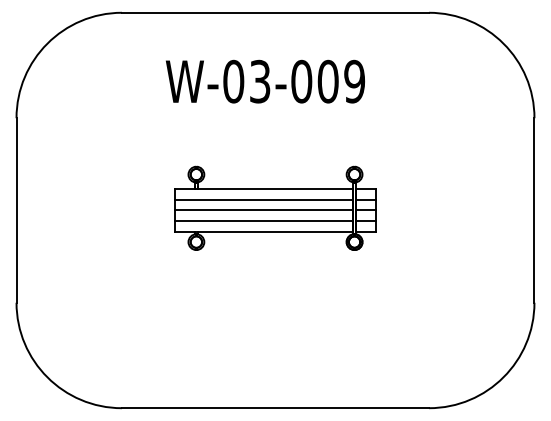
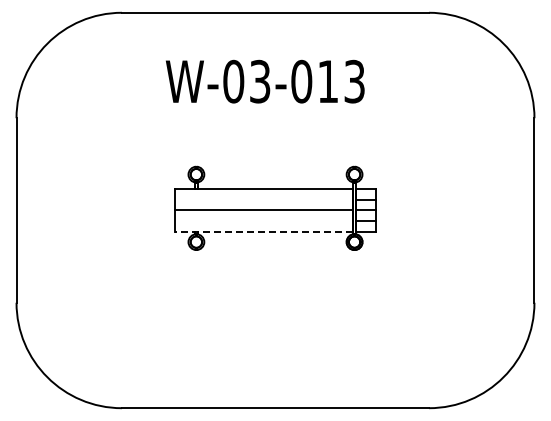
text at (341, 81): W-03-009 -> W-03-013
line at (263, 199): present -> none
line at (263, 221): present -> none
line at (263, 231): solid -> dashed
